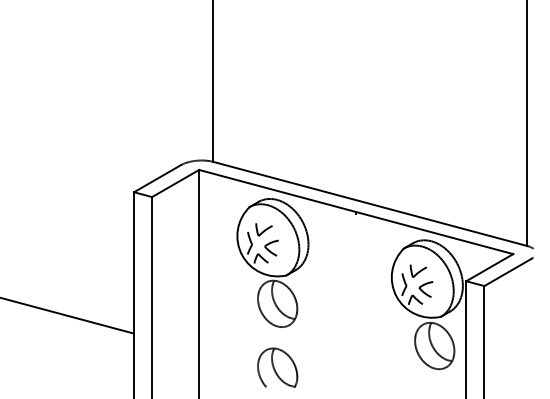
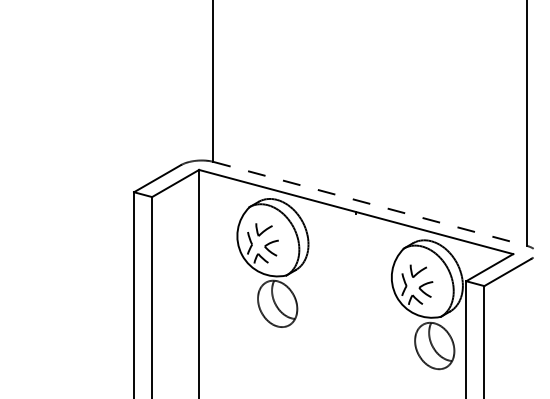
line at (370, 203): solid -> dashed
line at (68, 315): present -> none
part at (277, 367): present -> none
